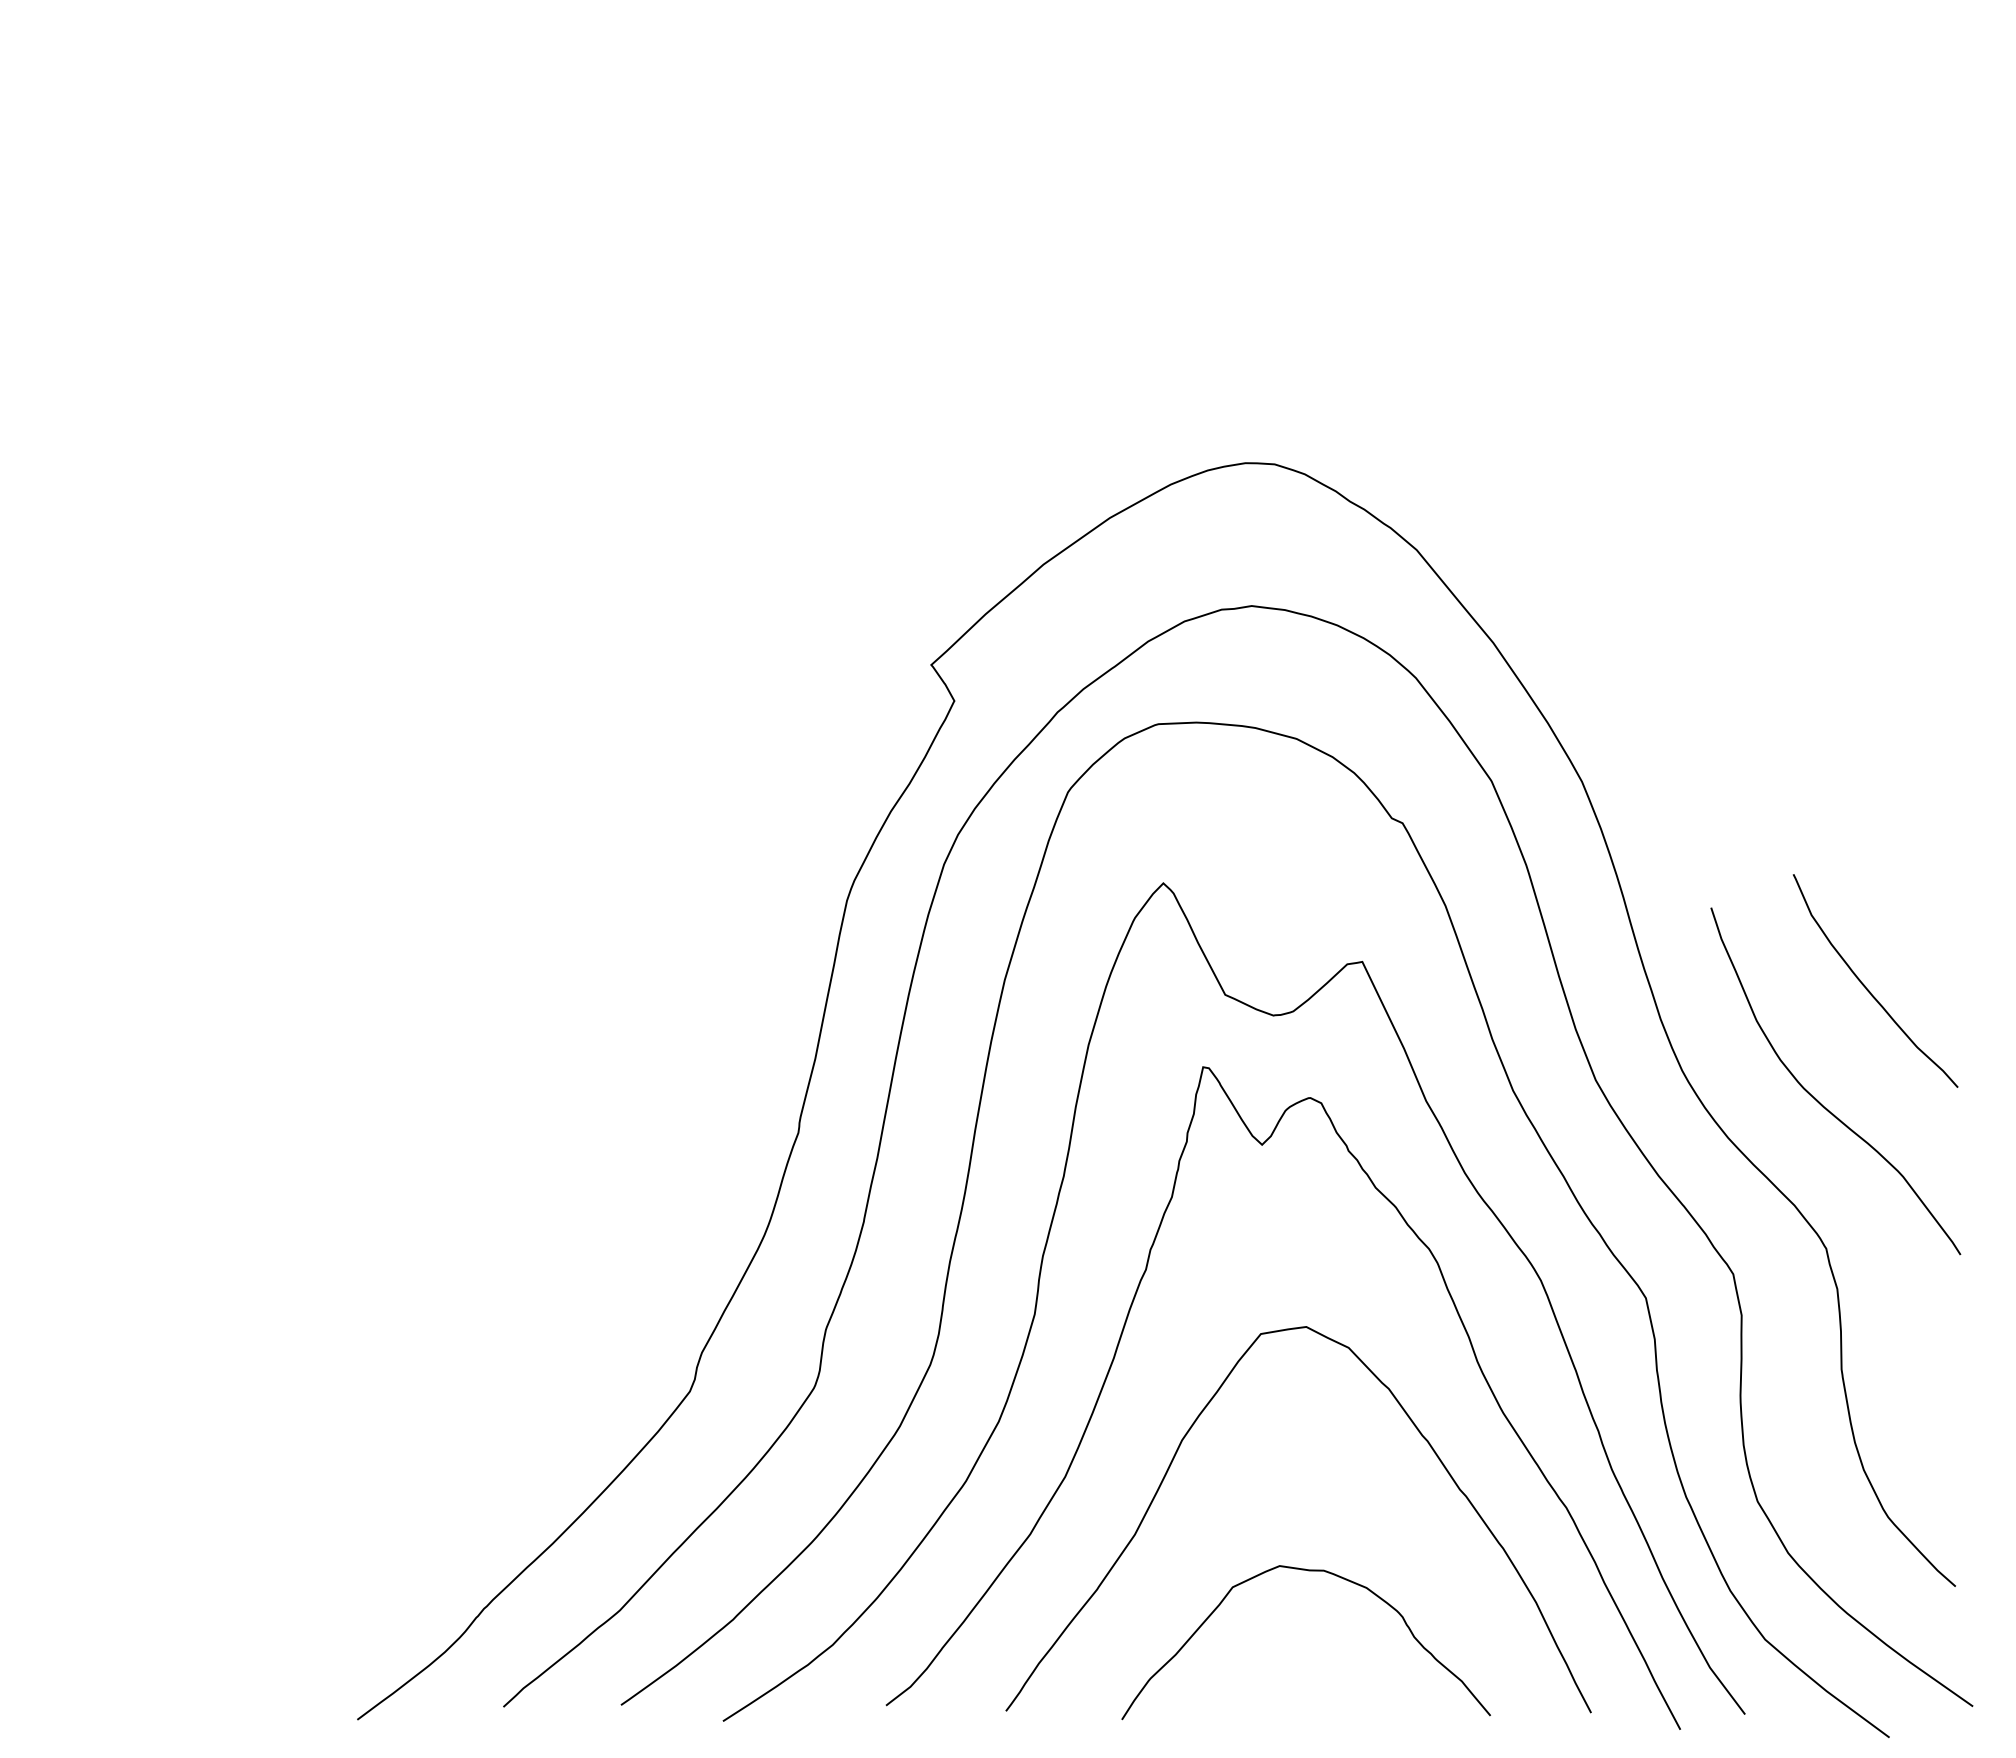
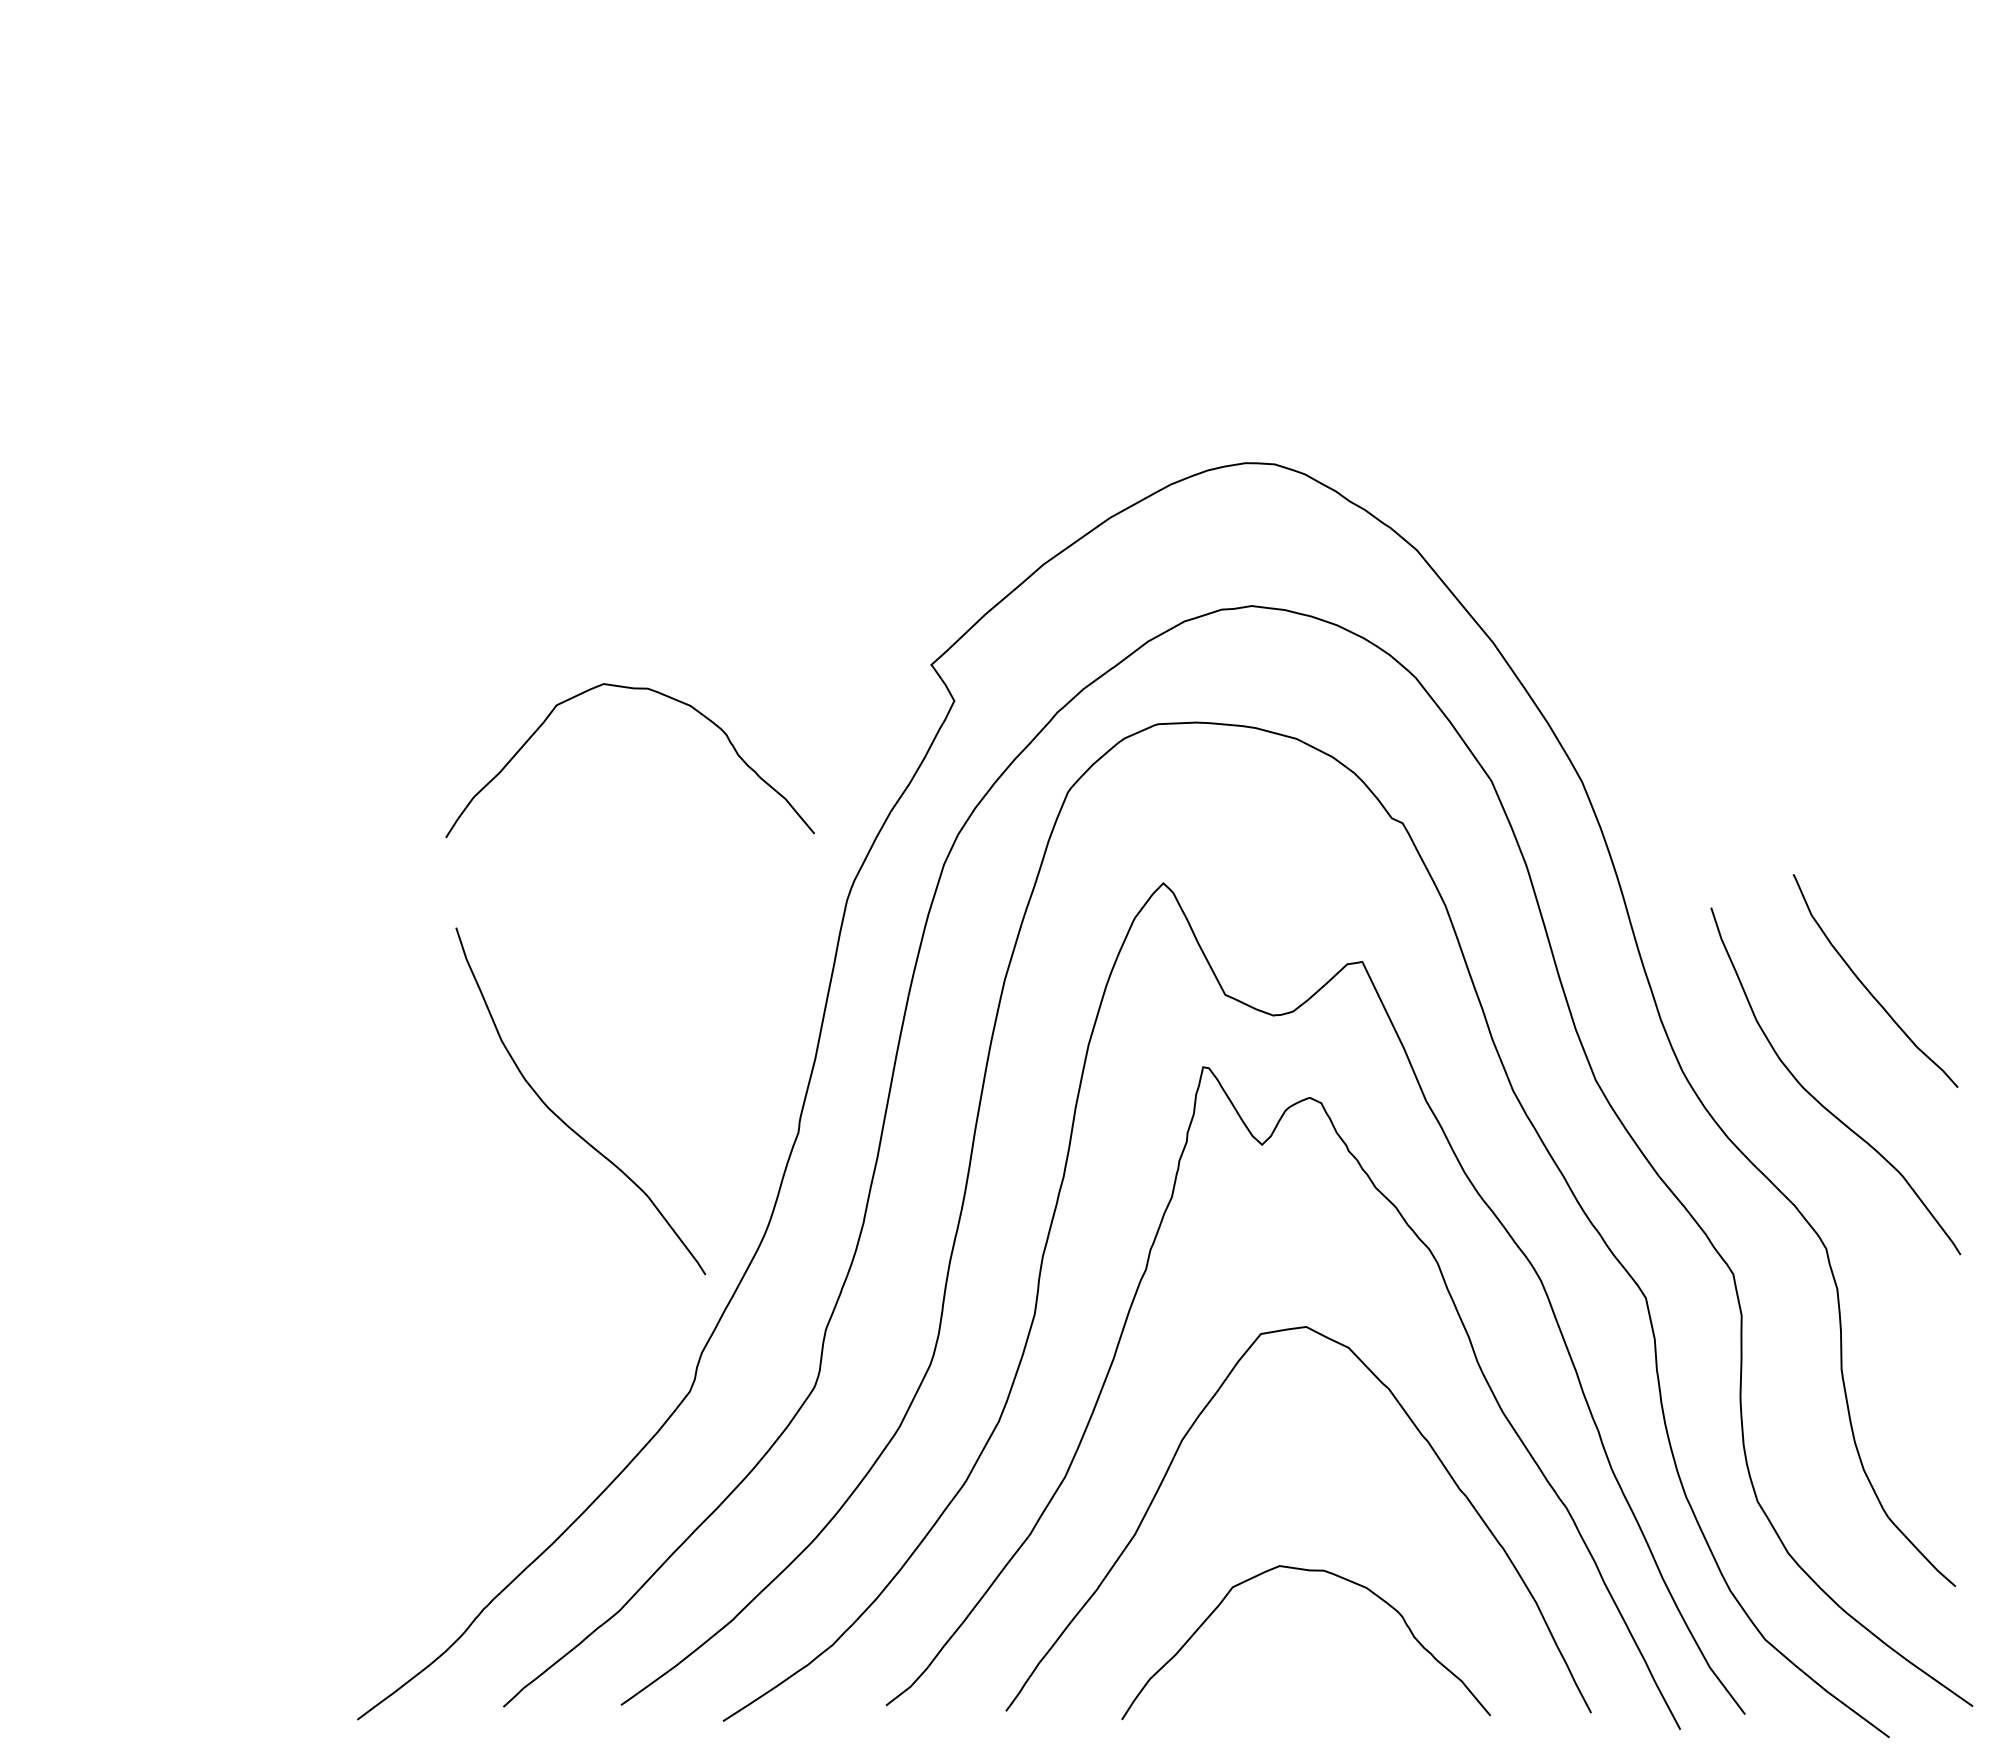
curve at (632, 689): none -> present
curve at (562, 1119): none -> present
